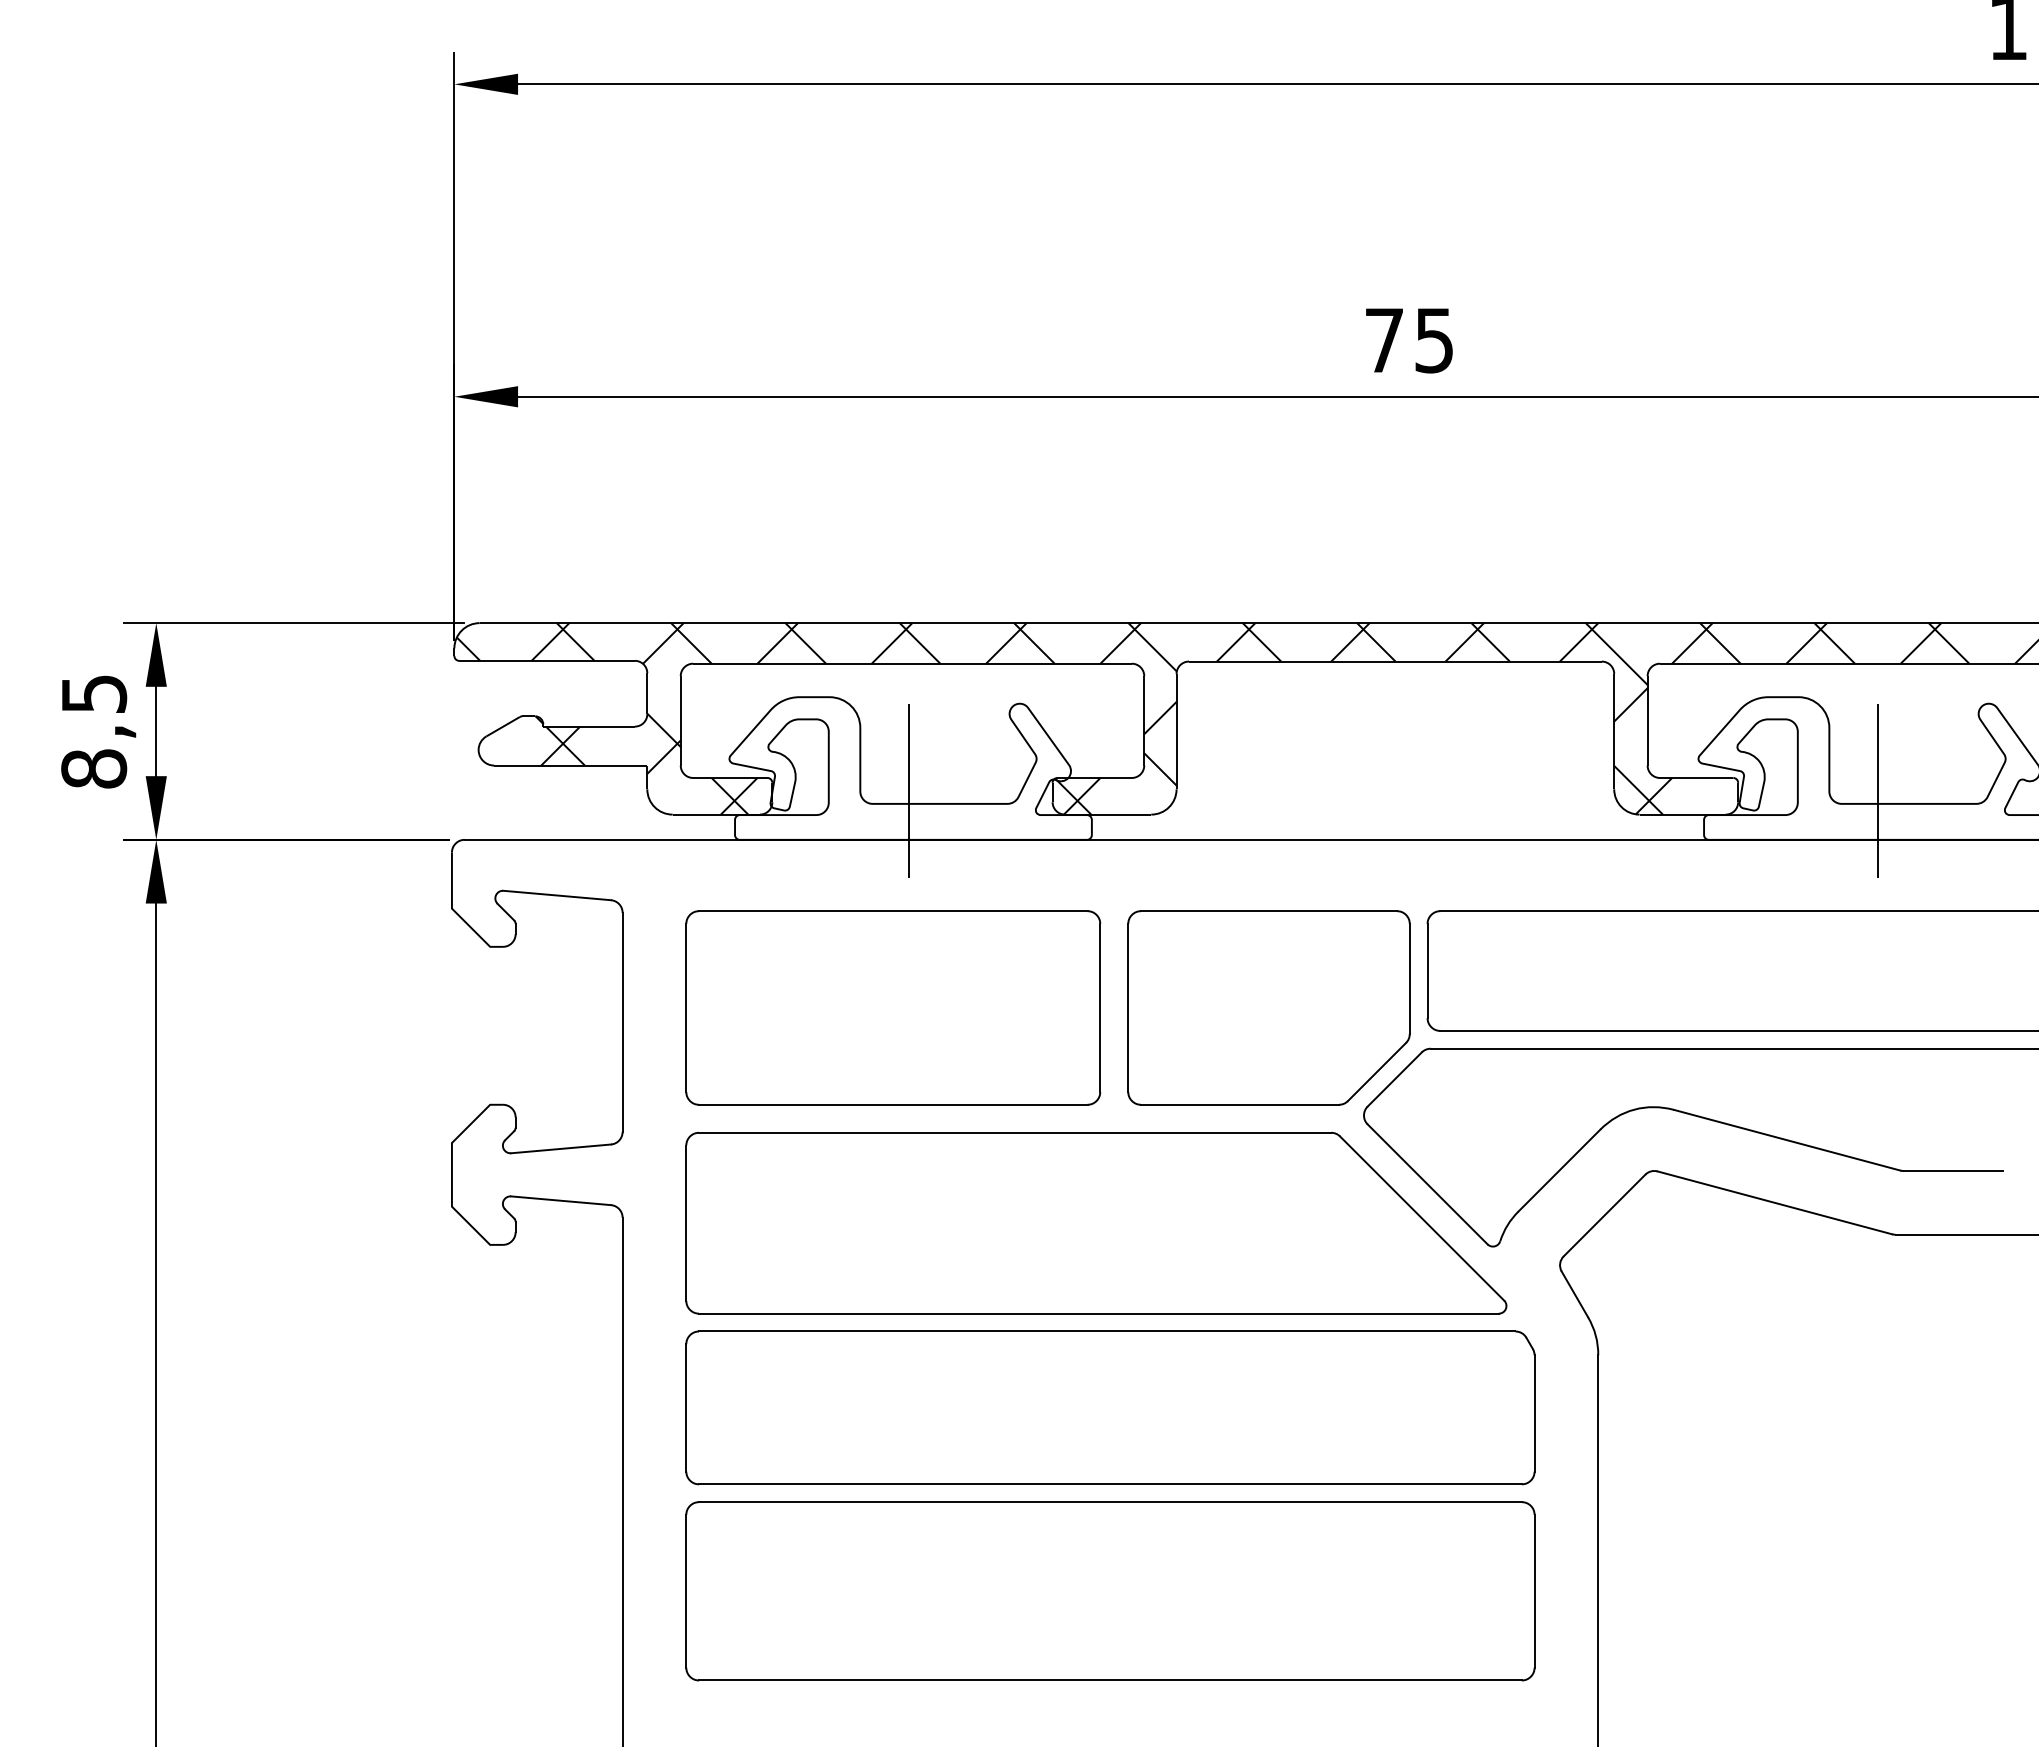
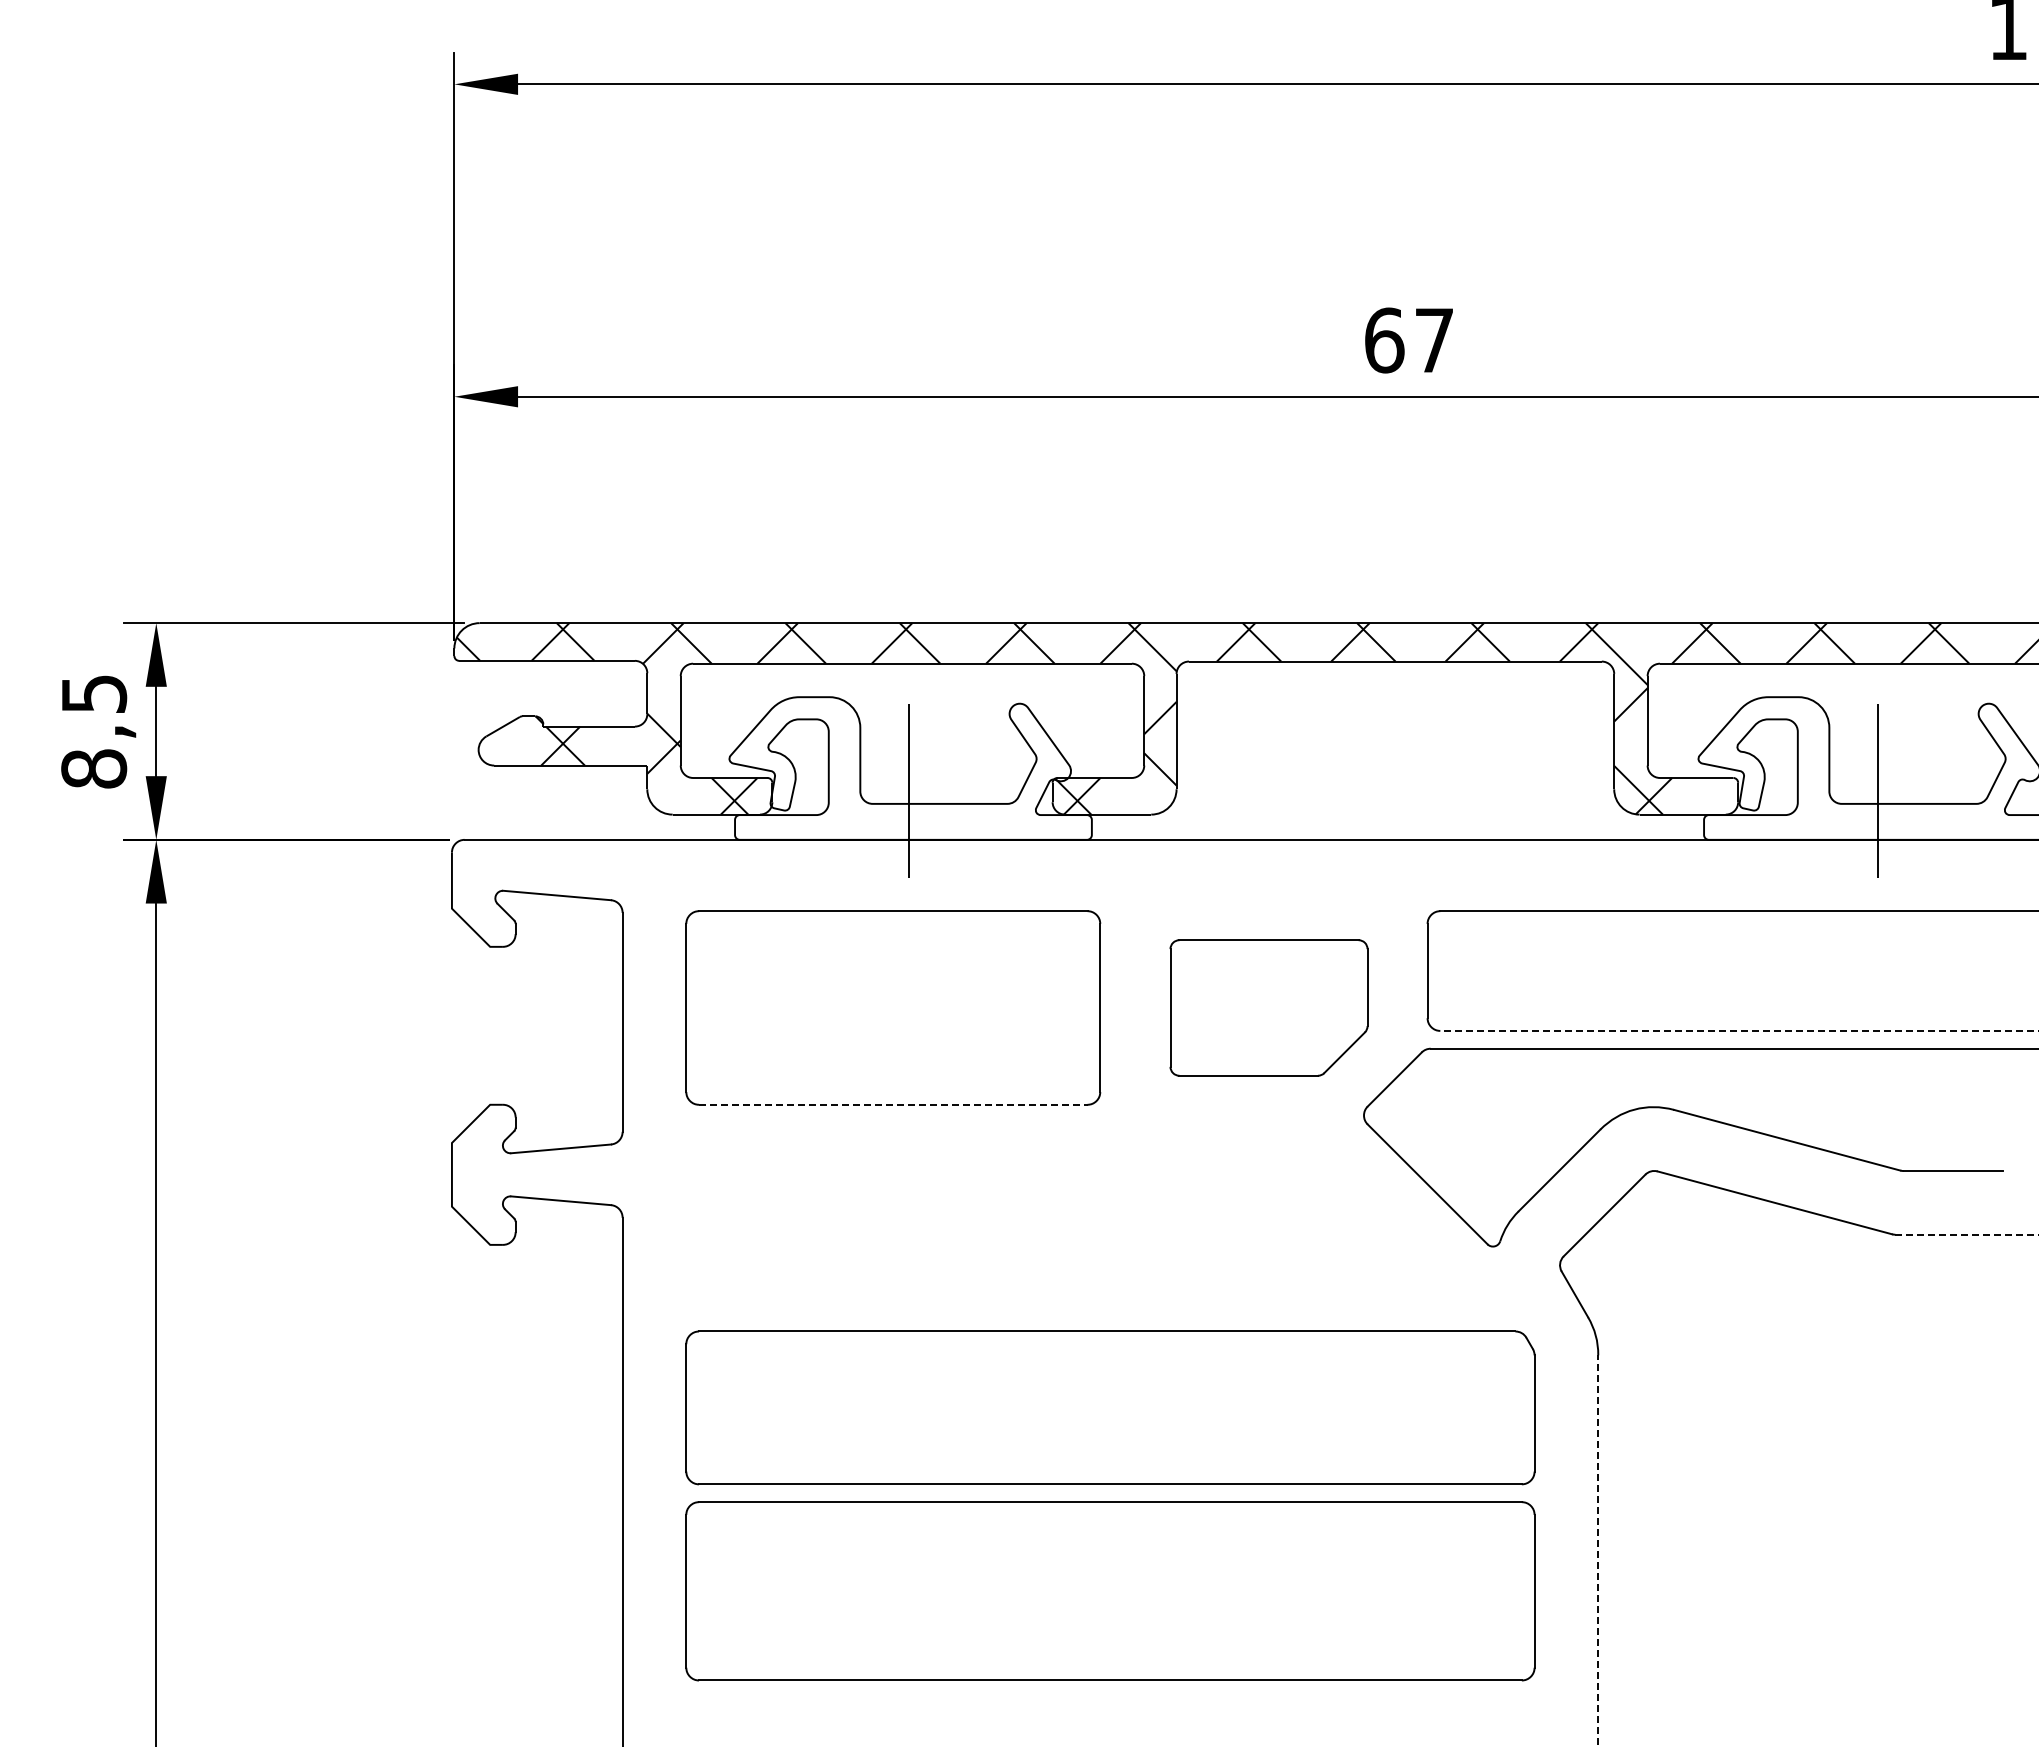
text at (1408, 340): 75 -> 67
part at (1268, 1007) size: 284x196 px -> 200x138 px
line at (1739, 1030): solid -> dashed
line at (893, 1104): solid -> dashed
part at (1096, 1222): present -> none
line at (1967, 1234): solid -> dashed
line at (1598, 1550): solid -> dashed
